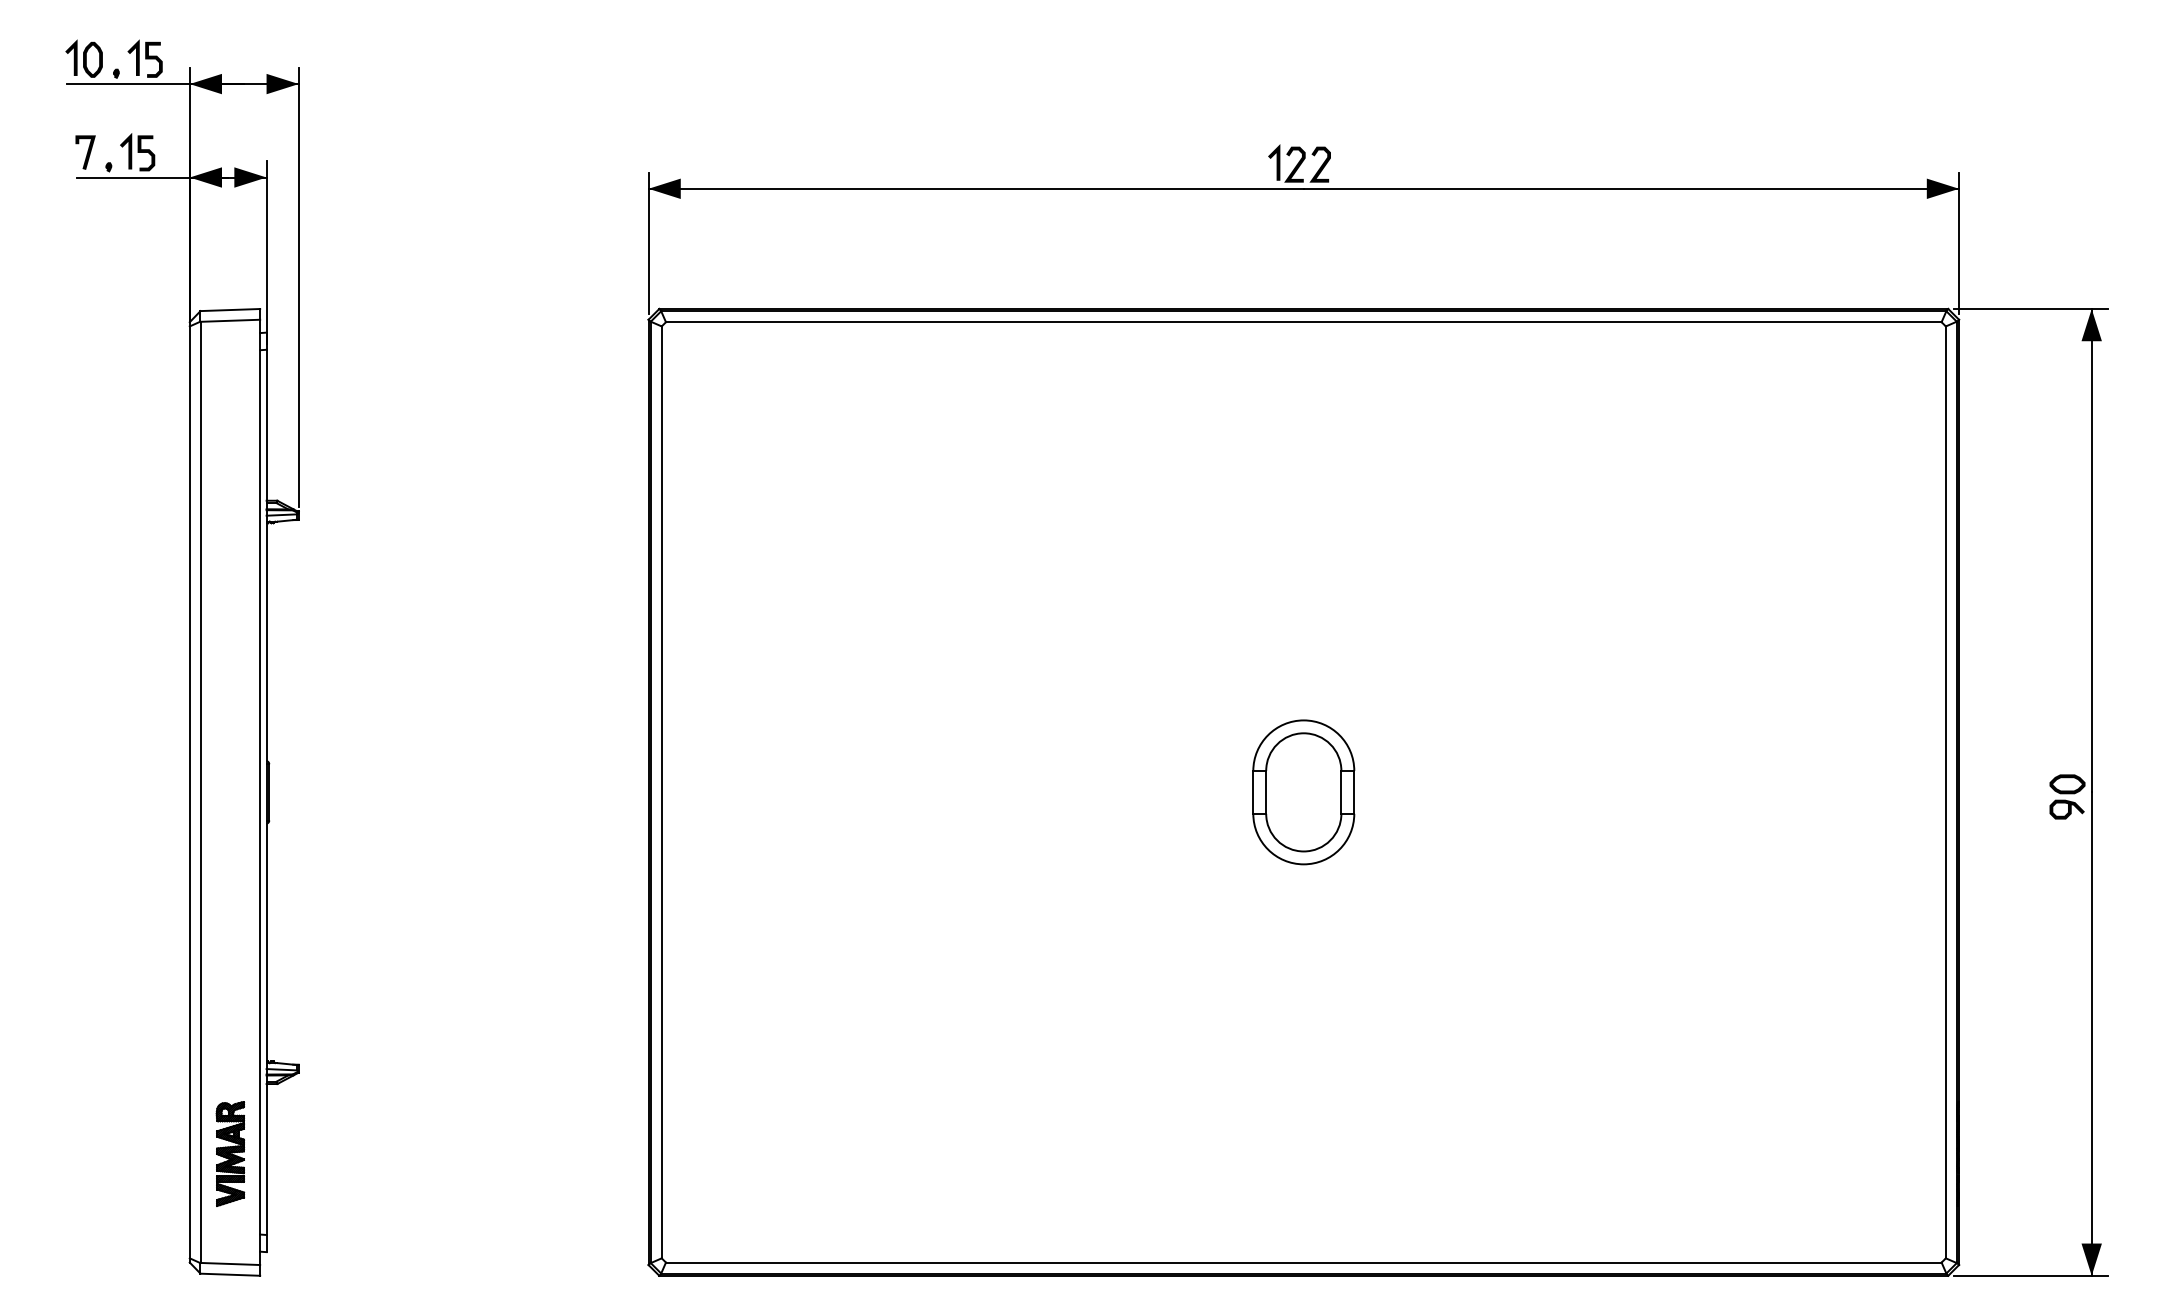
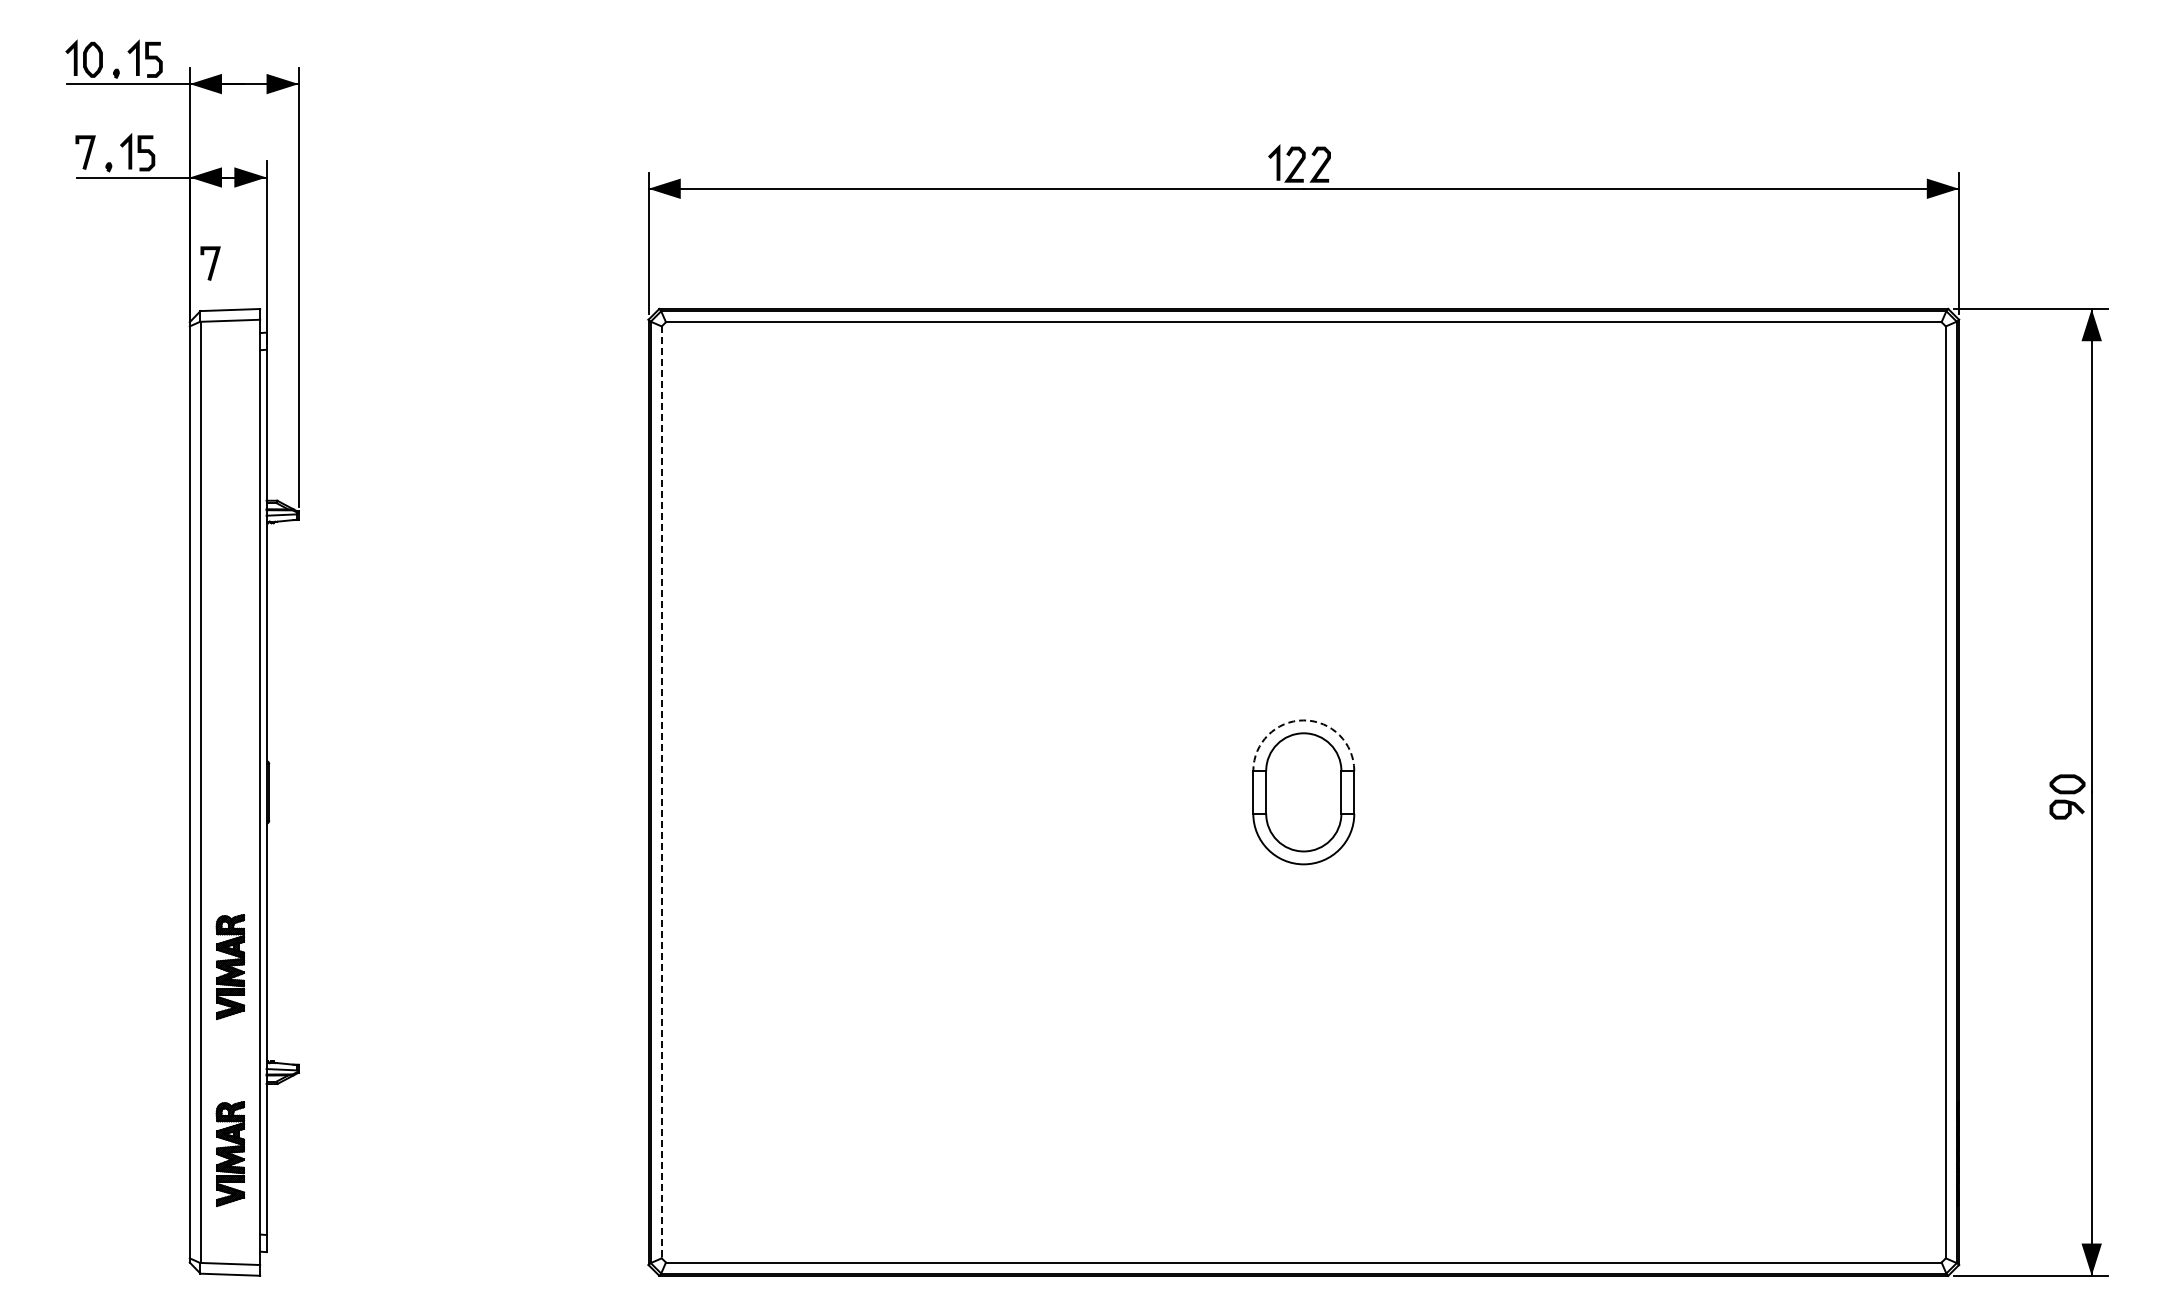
line at (212, 263): none -> present
arc at (1303, 720): solid -> dashed
line at (661, 792): solid -> dashed
part at (230, 966): none -> present
